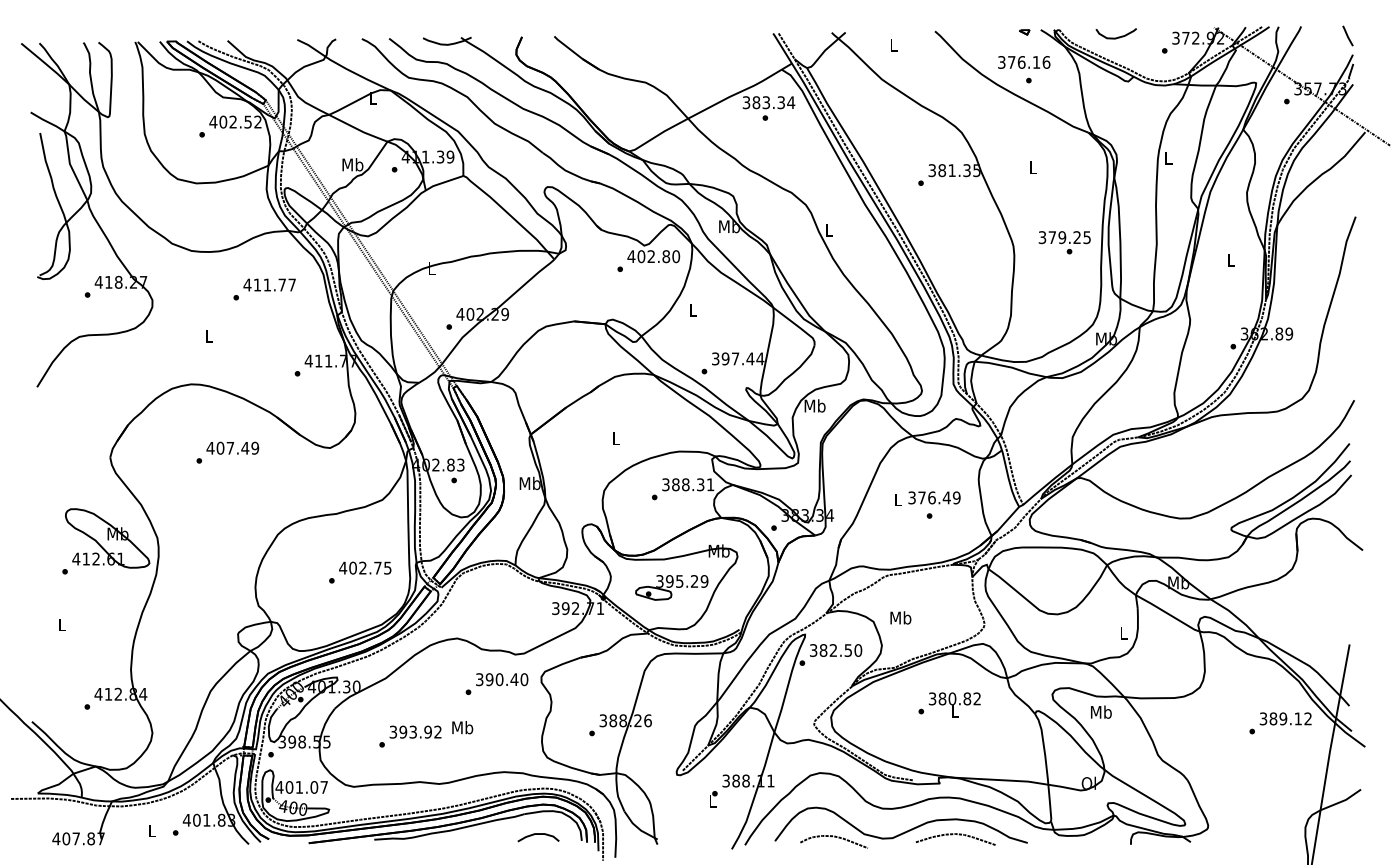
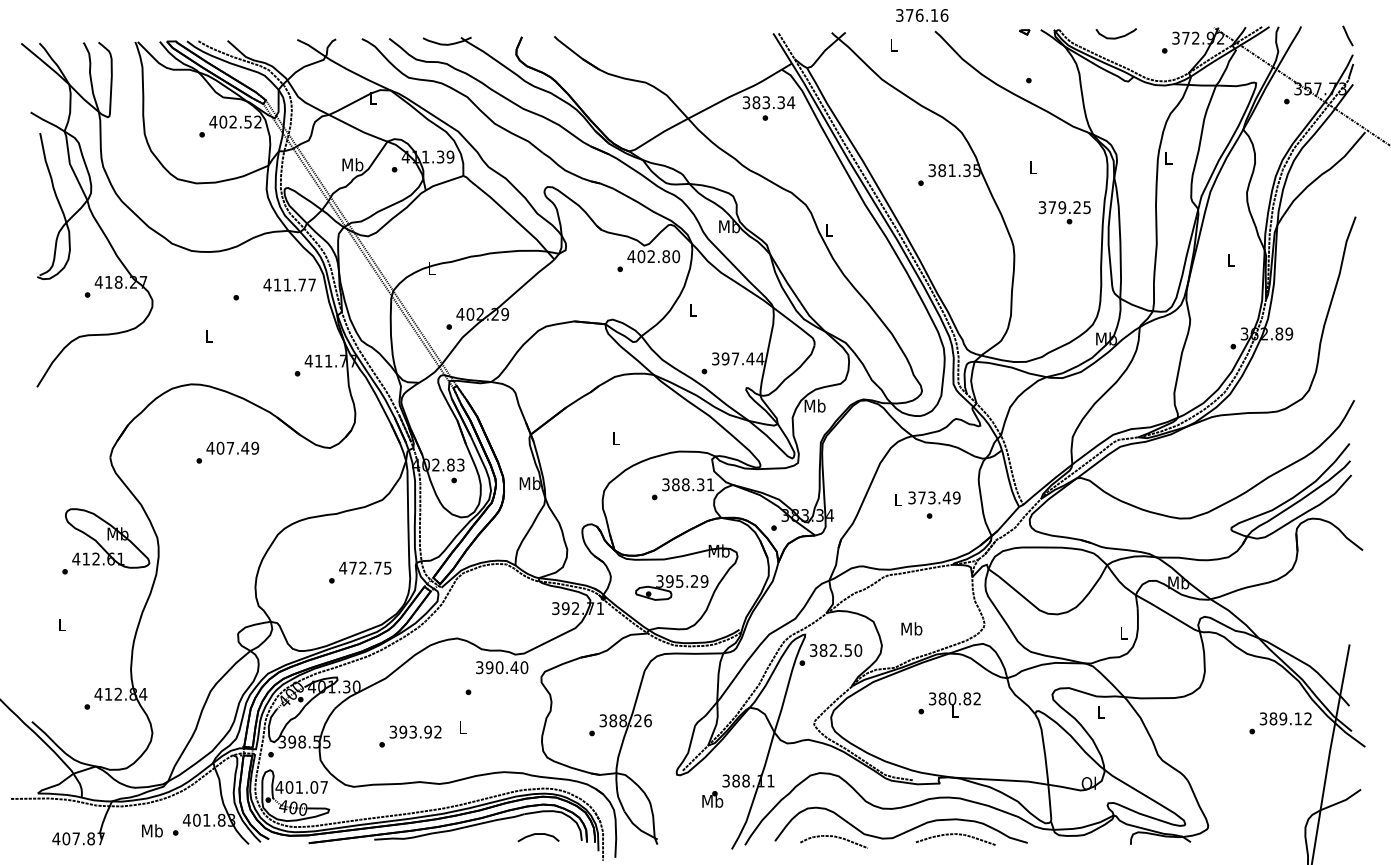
text at (1024, 62) position: (1024, 62) -> (922, 15)
text at (1064, 242) position: (1064, 242) -> (1064, 212)
text at (269, 284) position: (269, 284) -> (289, 284)
text at (931, 497): 376.49 -> 373.49
text at (352, 567): 402.75 -> 472.75
text at (900, 617) position: (900, 617) -> (911, 628)
text at (502, 679) position: (502, 679) -> (502, 667)
text at (1101, 711): Mb -> L
text at (462, 727): Mb -> L
text at (712, 801): L -> Mb
text at (152, 830): L -> Mb
